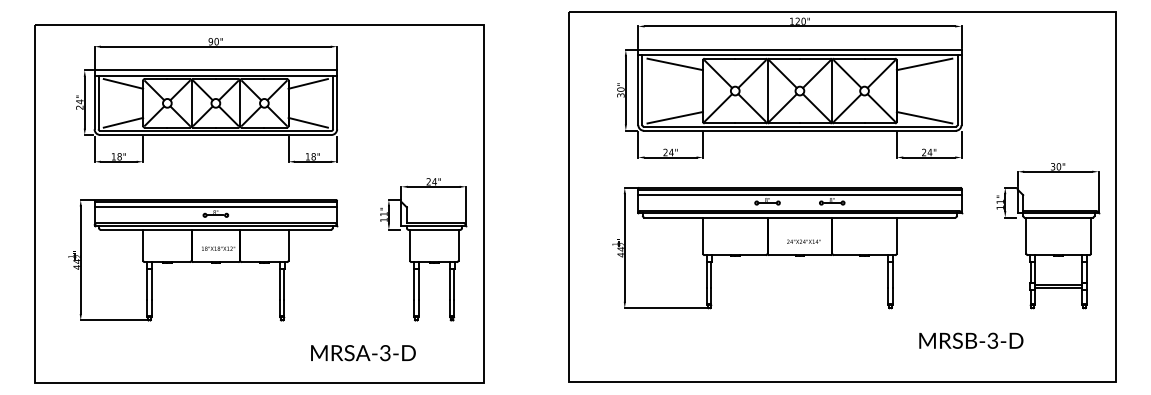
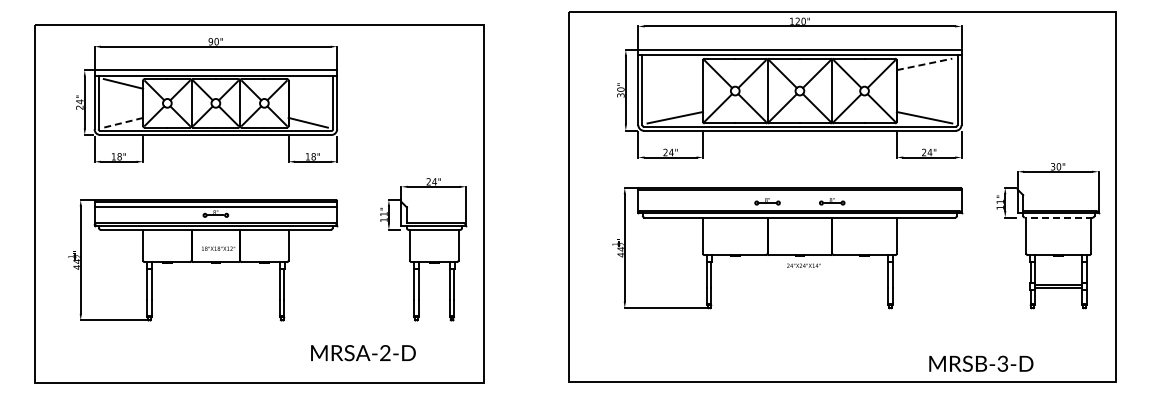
line at (674, 64): present -> none
line at (925, 64): solid -> dashed
line at (307, 83): present -> none
line at (122, 122): solid -> dashed
line at (799, 195): present -> none
line at (1058, 217): solid -> dashed
text at (803, 241) position: (803, 241) -> (803, 265)
text at (971, 340) position: (971, 340) -> (981, 363)
text at (385, 355): MRSA-3-D -> MRSA-2-D
